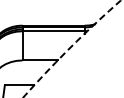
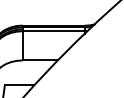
arc at (70, 47): dashed -> solid
